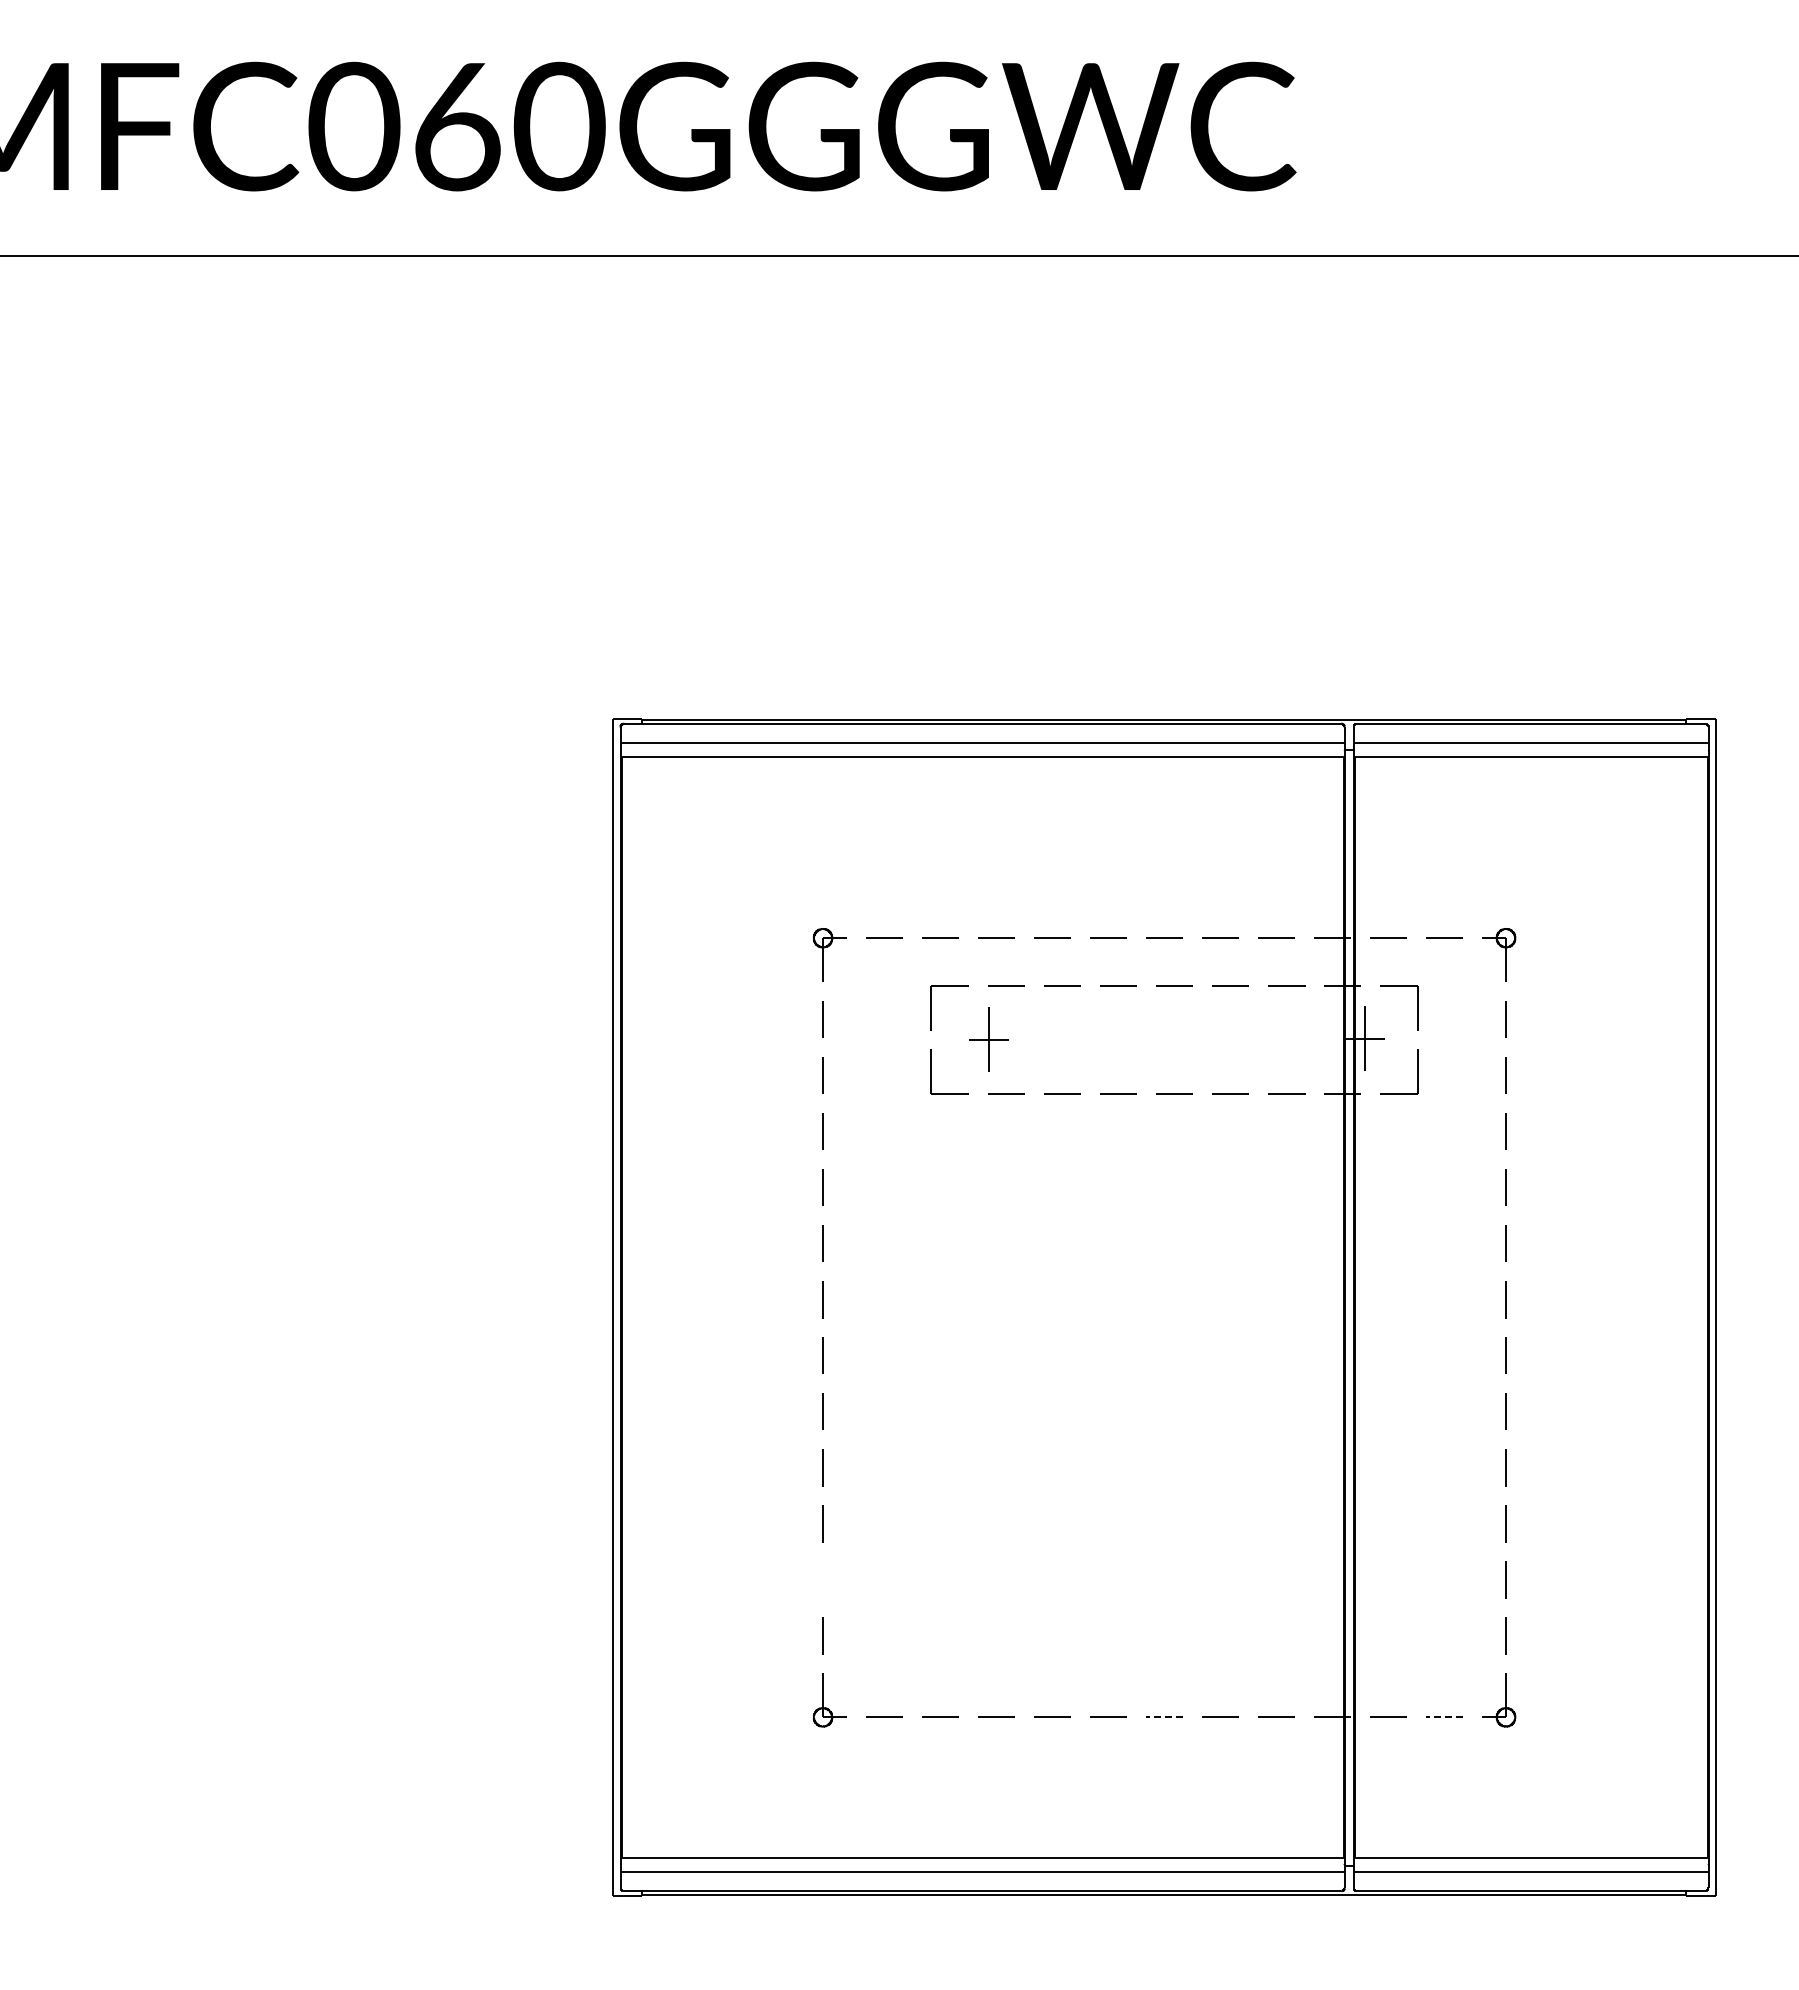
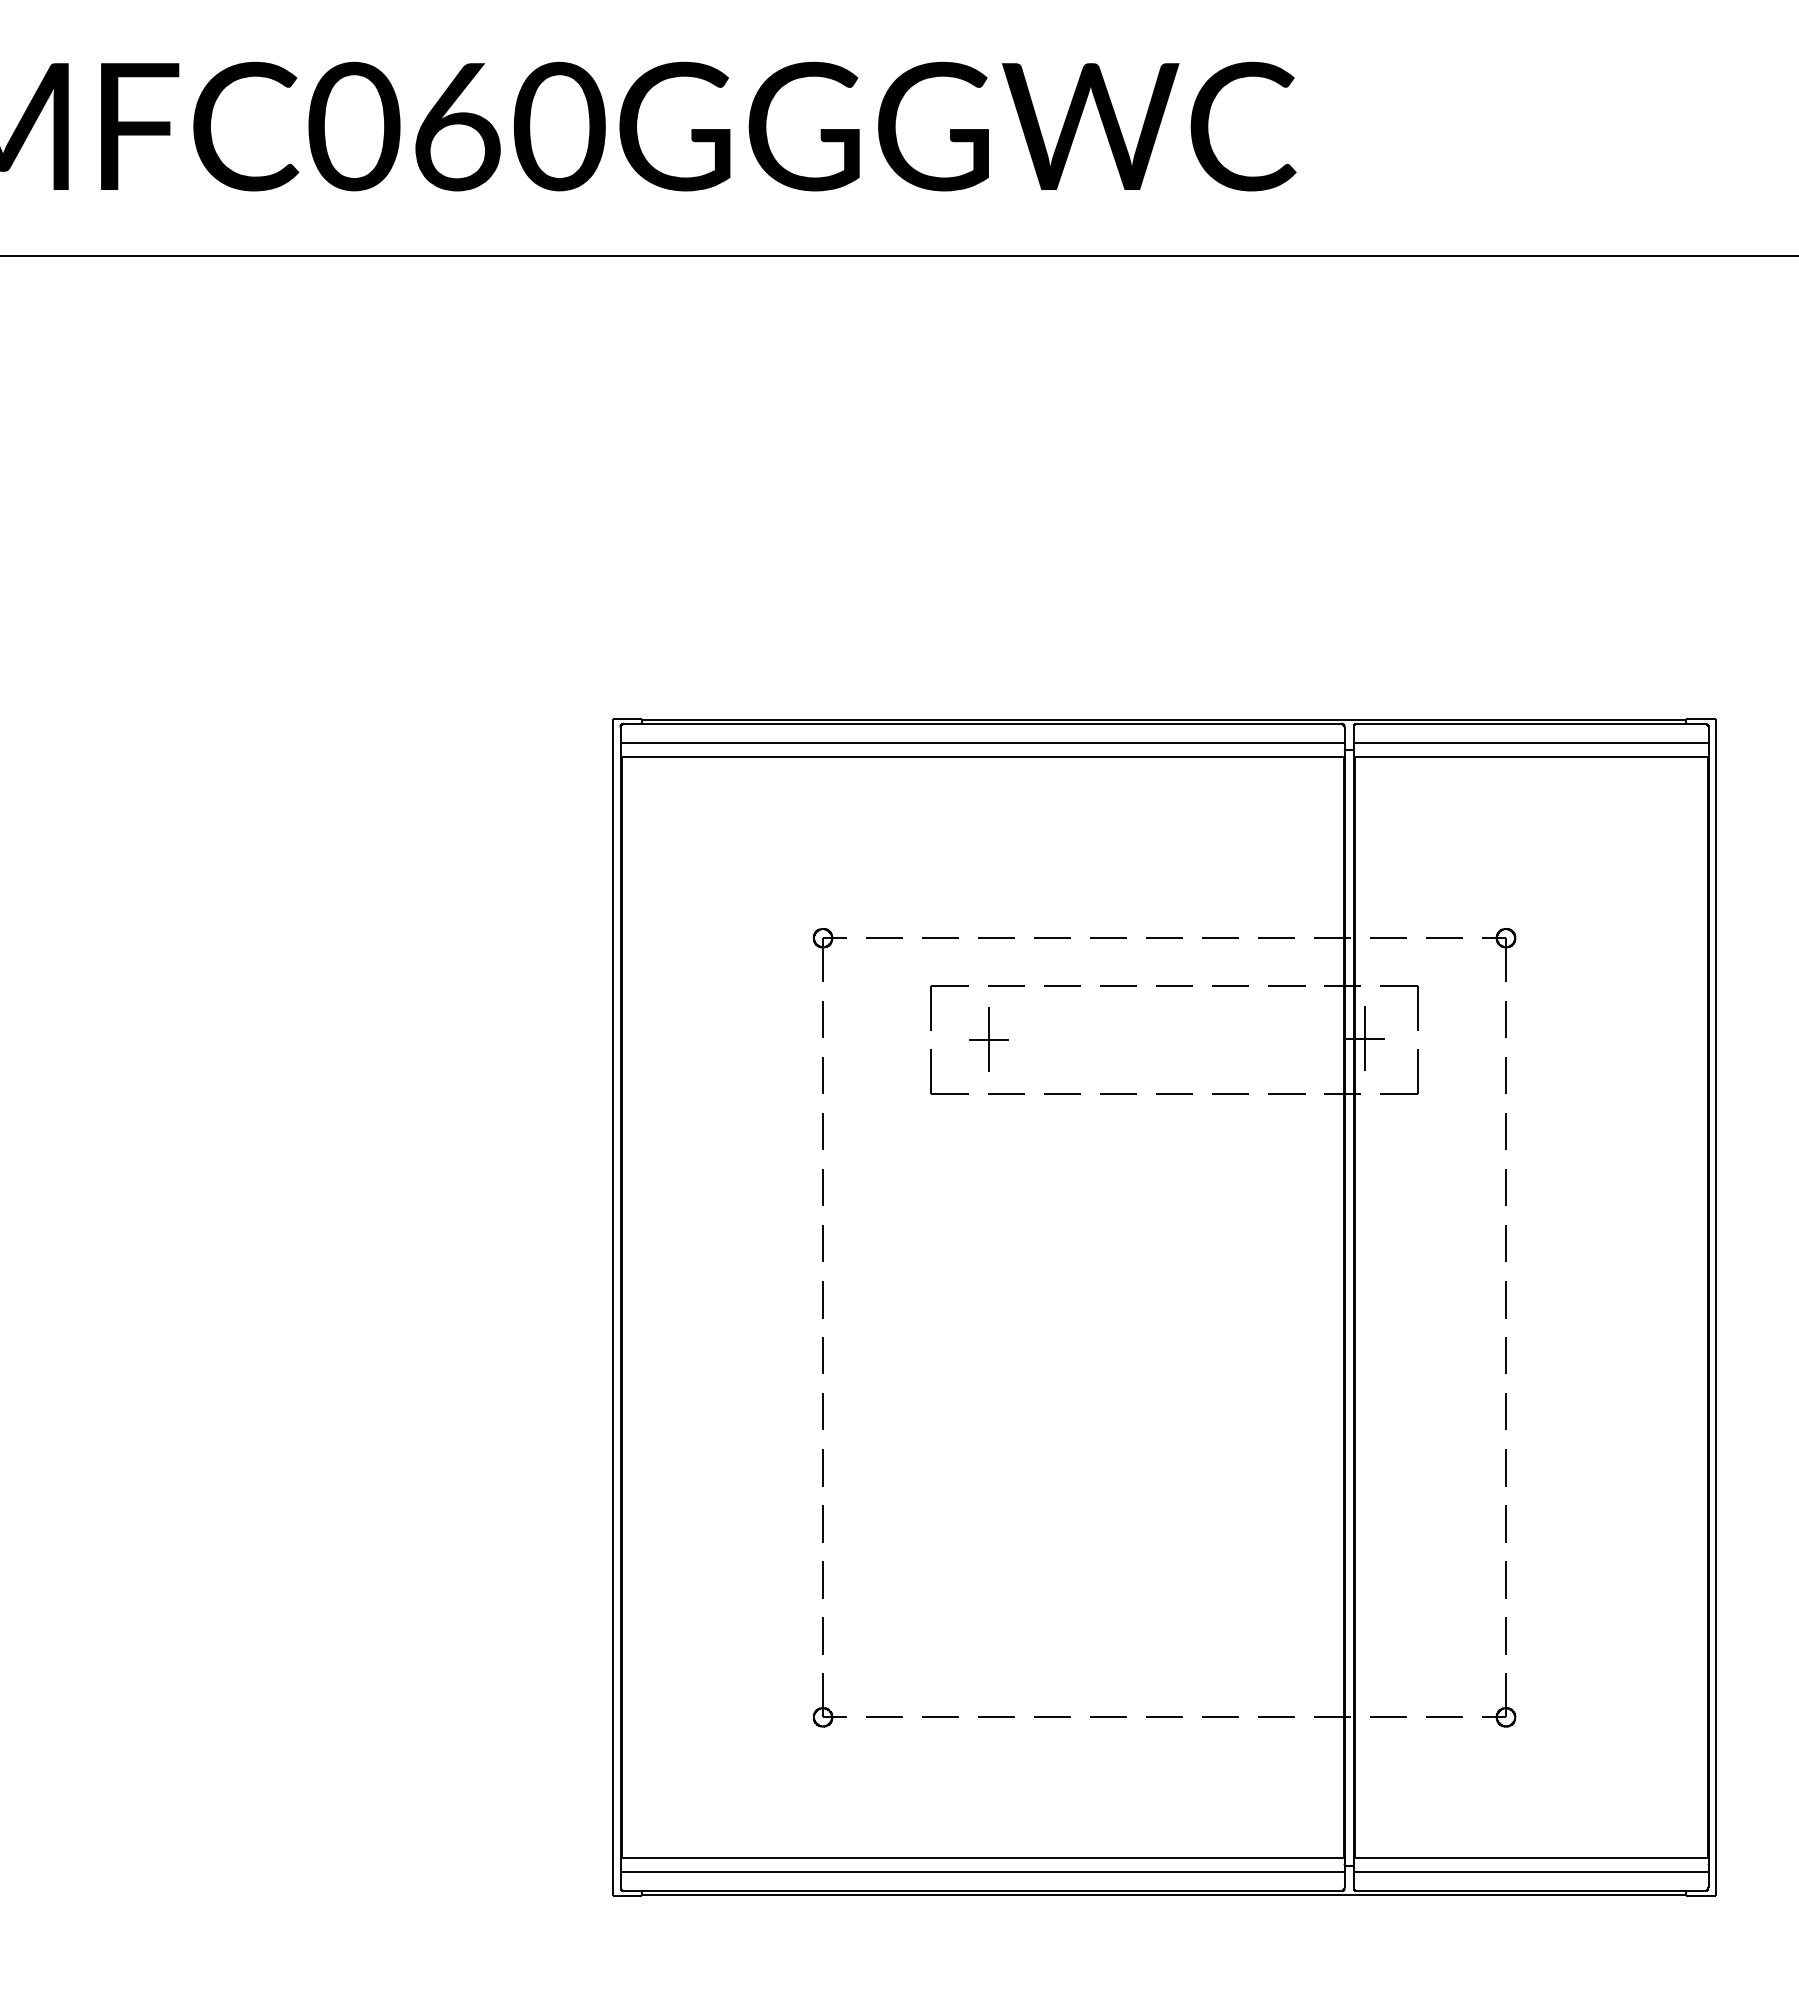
line at (822, 1579): none -> present
line at (1164, 1717): dashed -> solid
line at (1444, 1717): dashed -> solid
